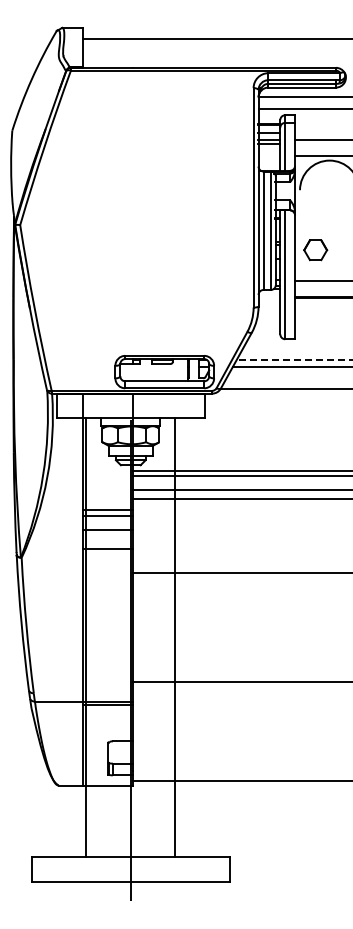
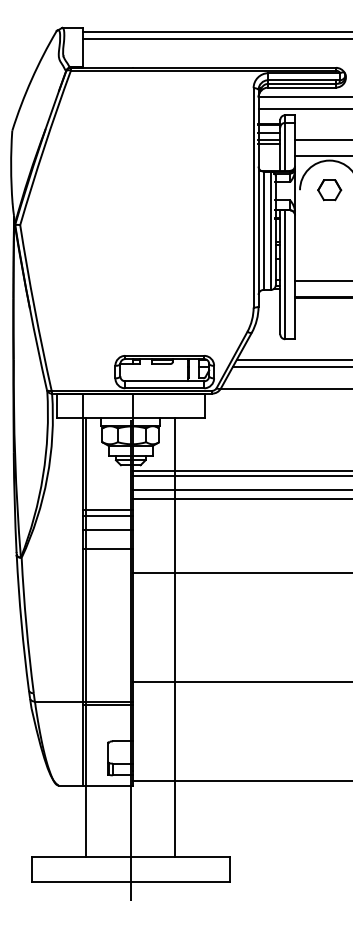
line at (216, 31): none -> present
part at (315, 250) position: (315, 250) -> (329, 190)
line at (294, 359): dashed -> solid
